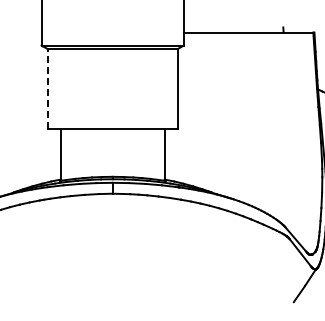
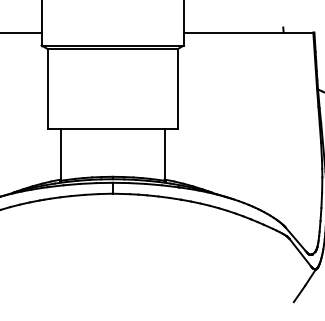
line at (21, 32): none -> present
line at (47, 89): dashed -> solid
